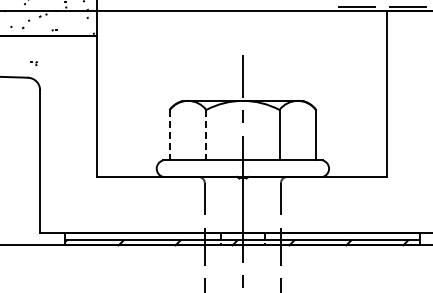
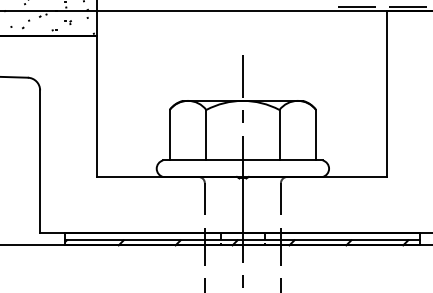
part at (33, 63) position: (33, 63) -> (67, 22)
line at (169, 135): dashed -> solid
line at (206, 135): dashed -> solid
